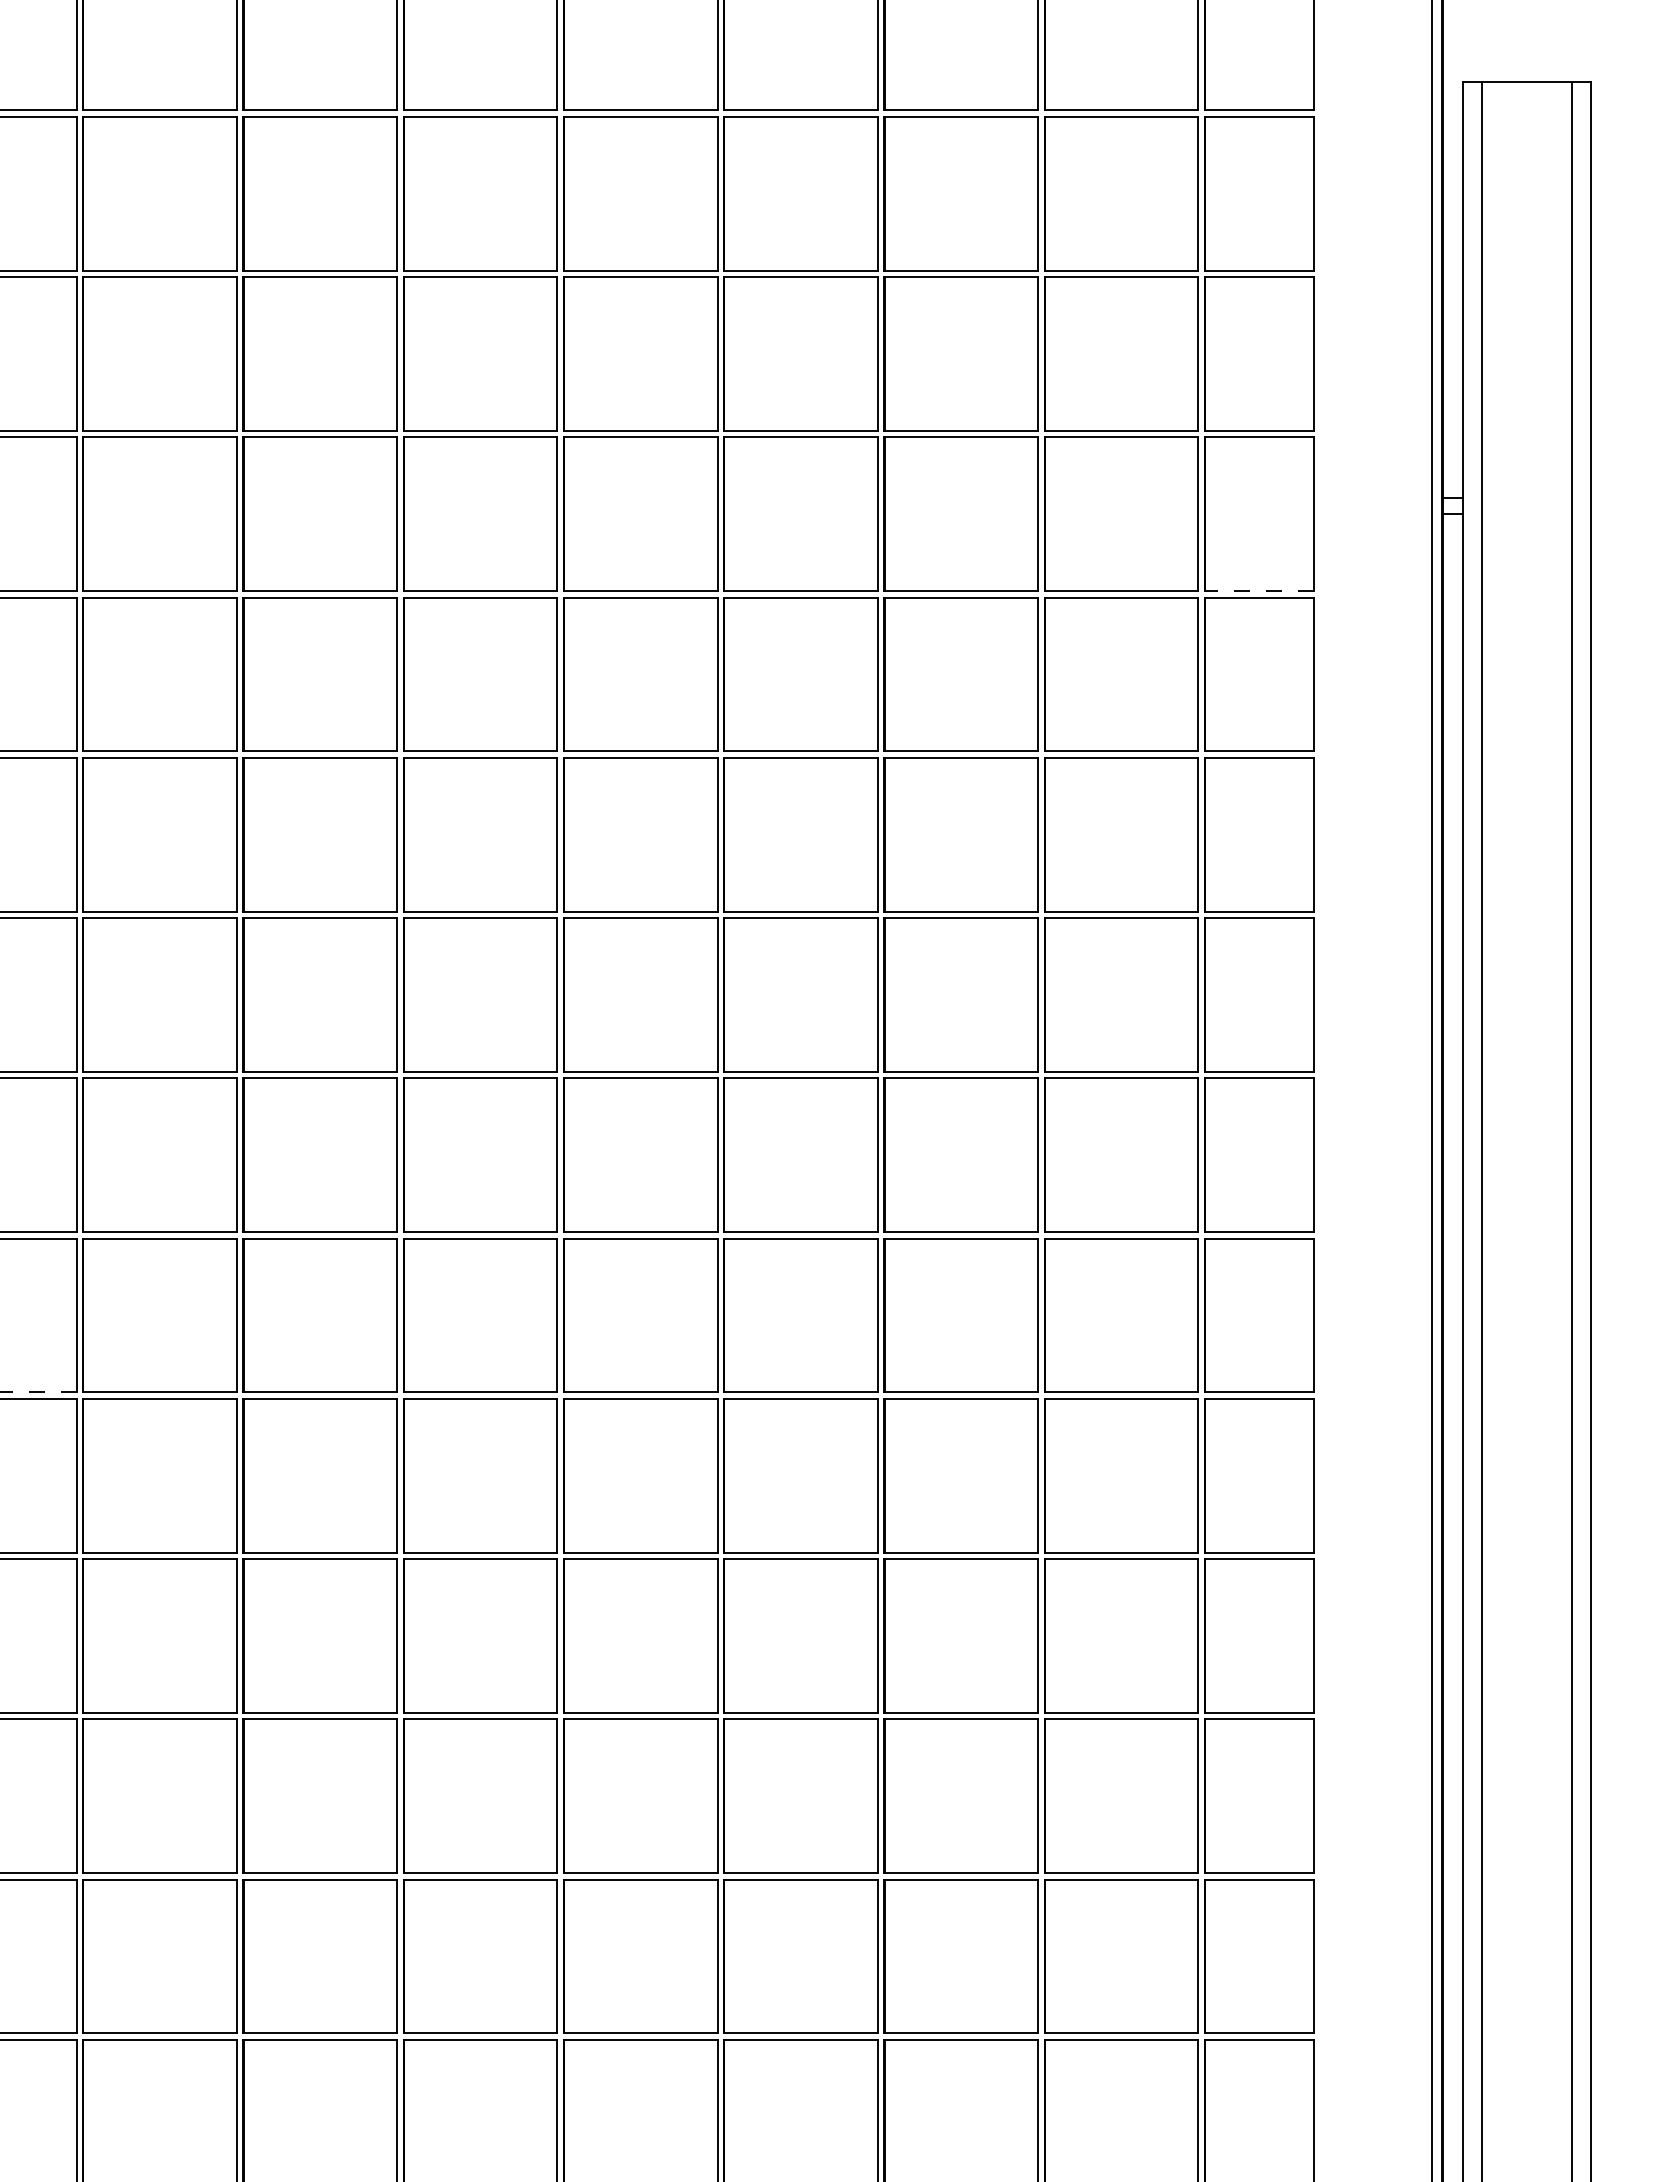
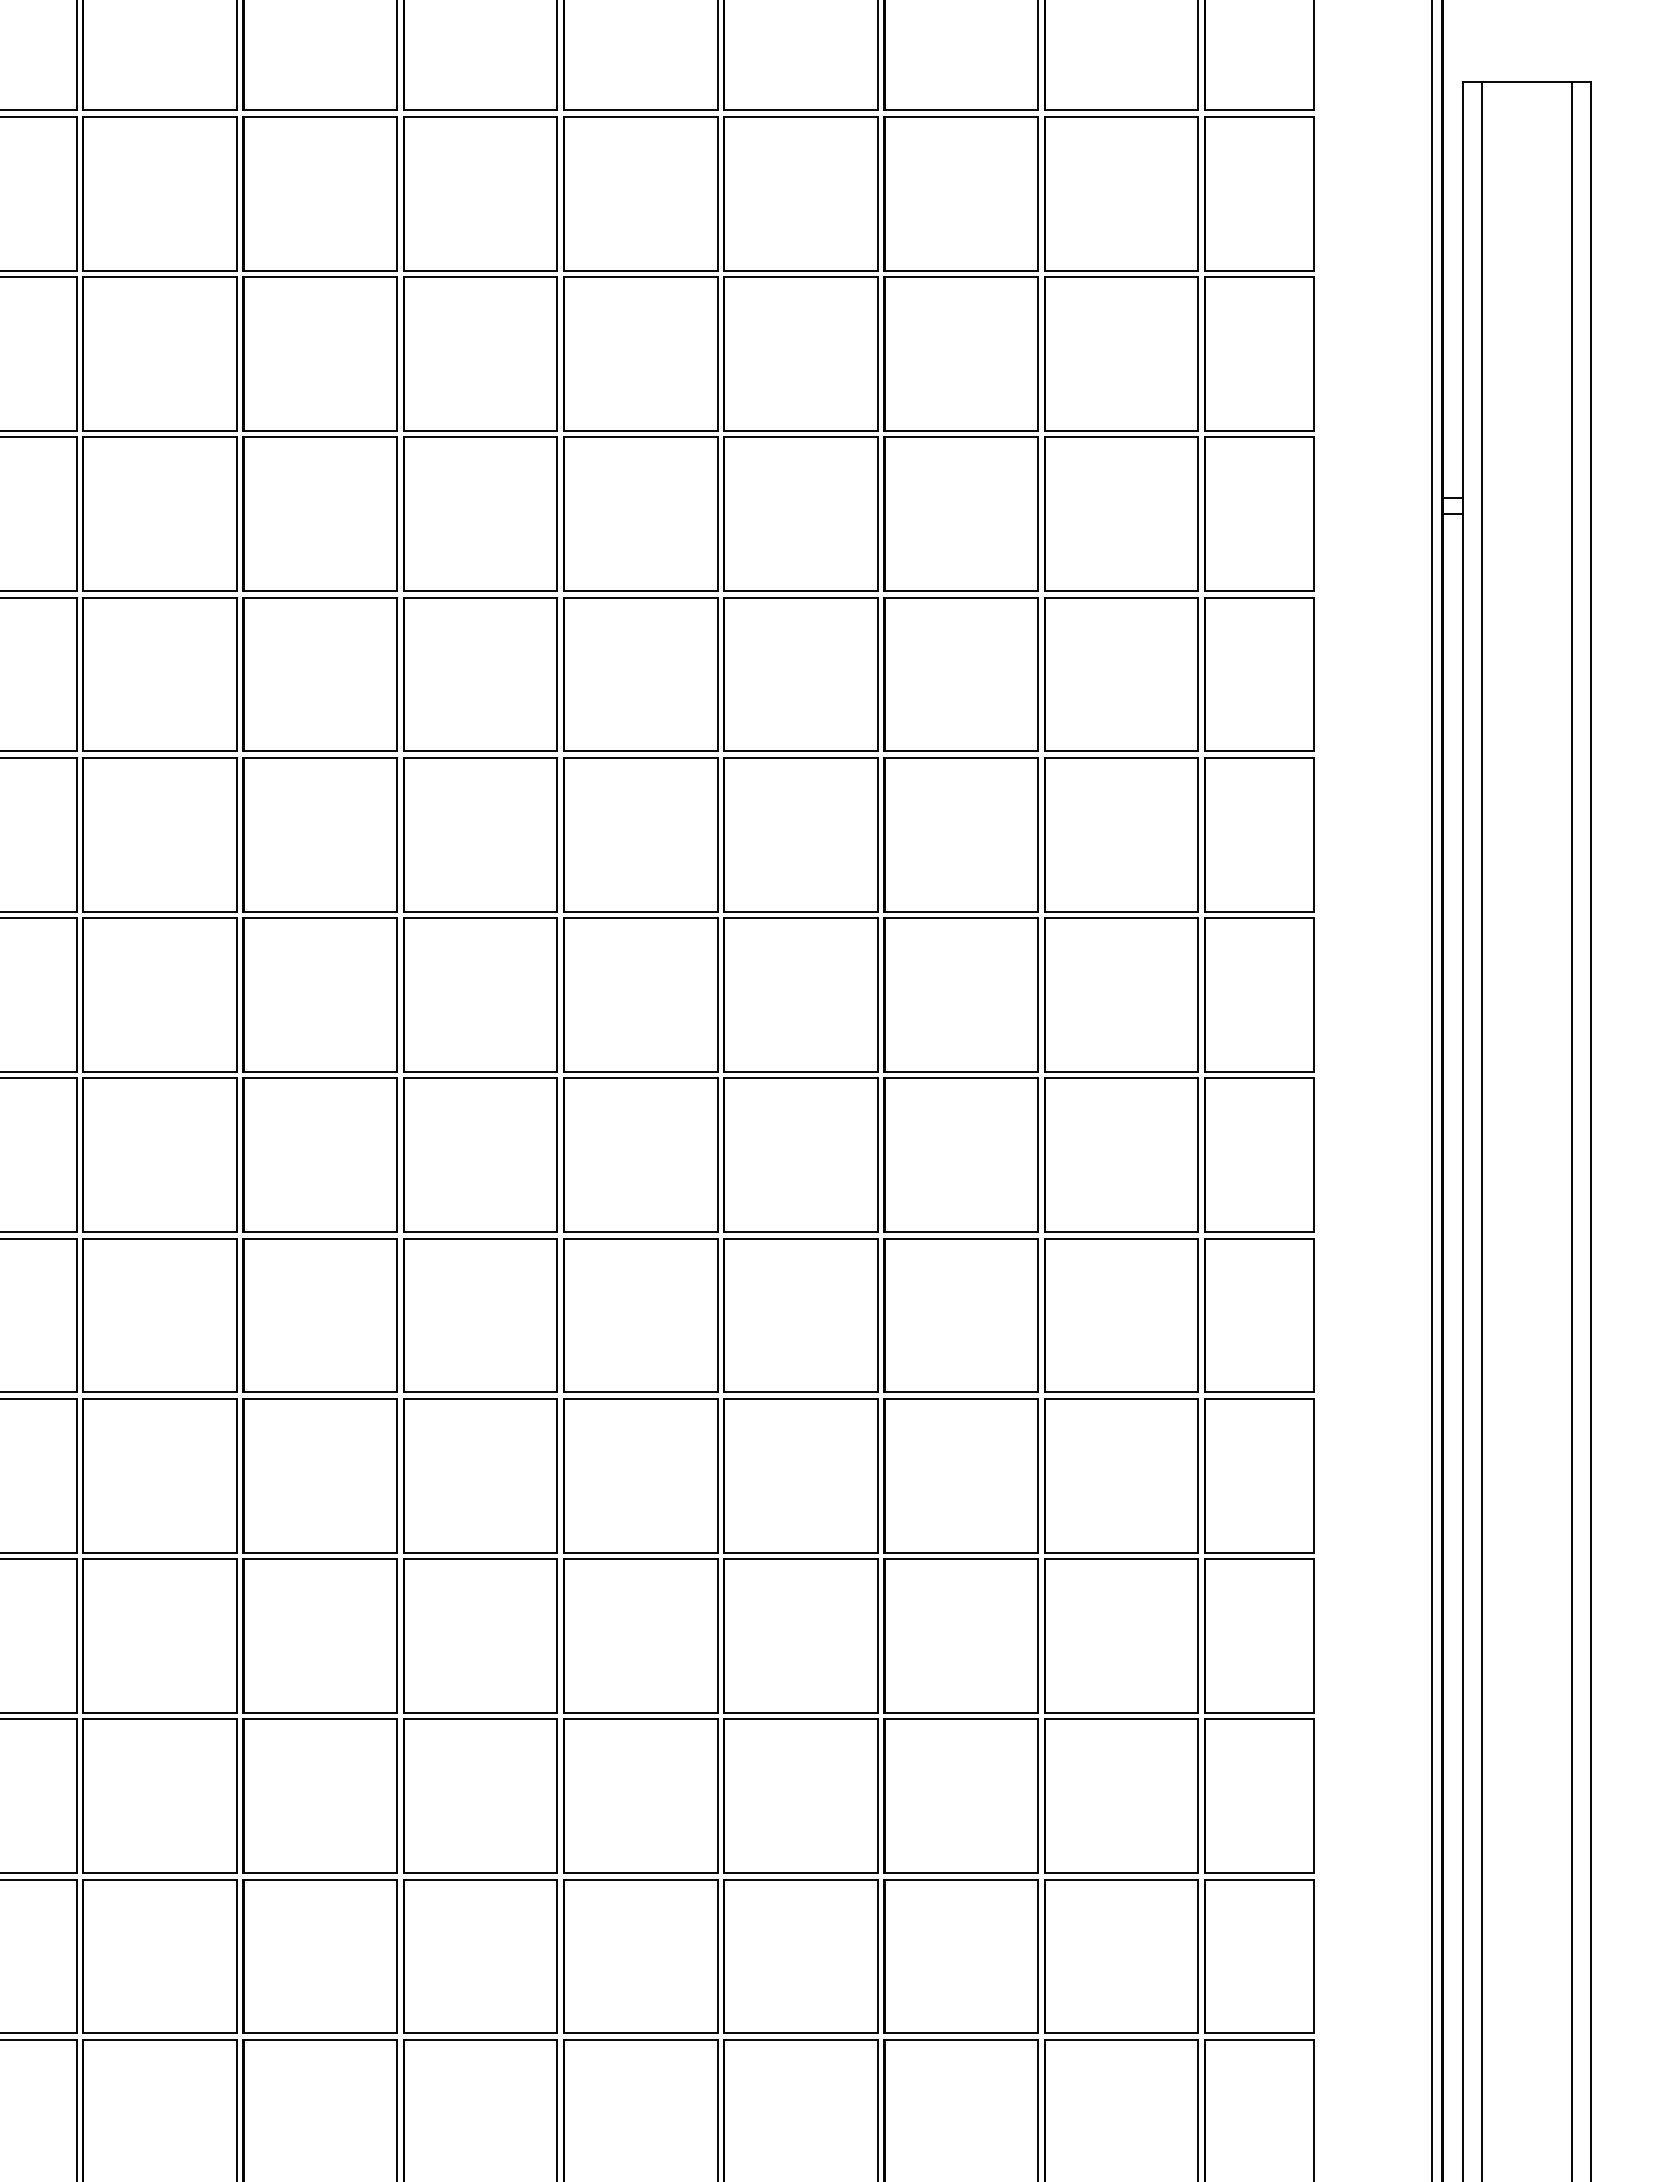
line at (1258, 591): dashed -> solid
line at (38, 1392): dashed -> solid
